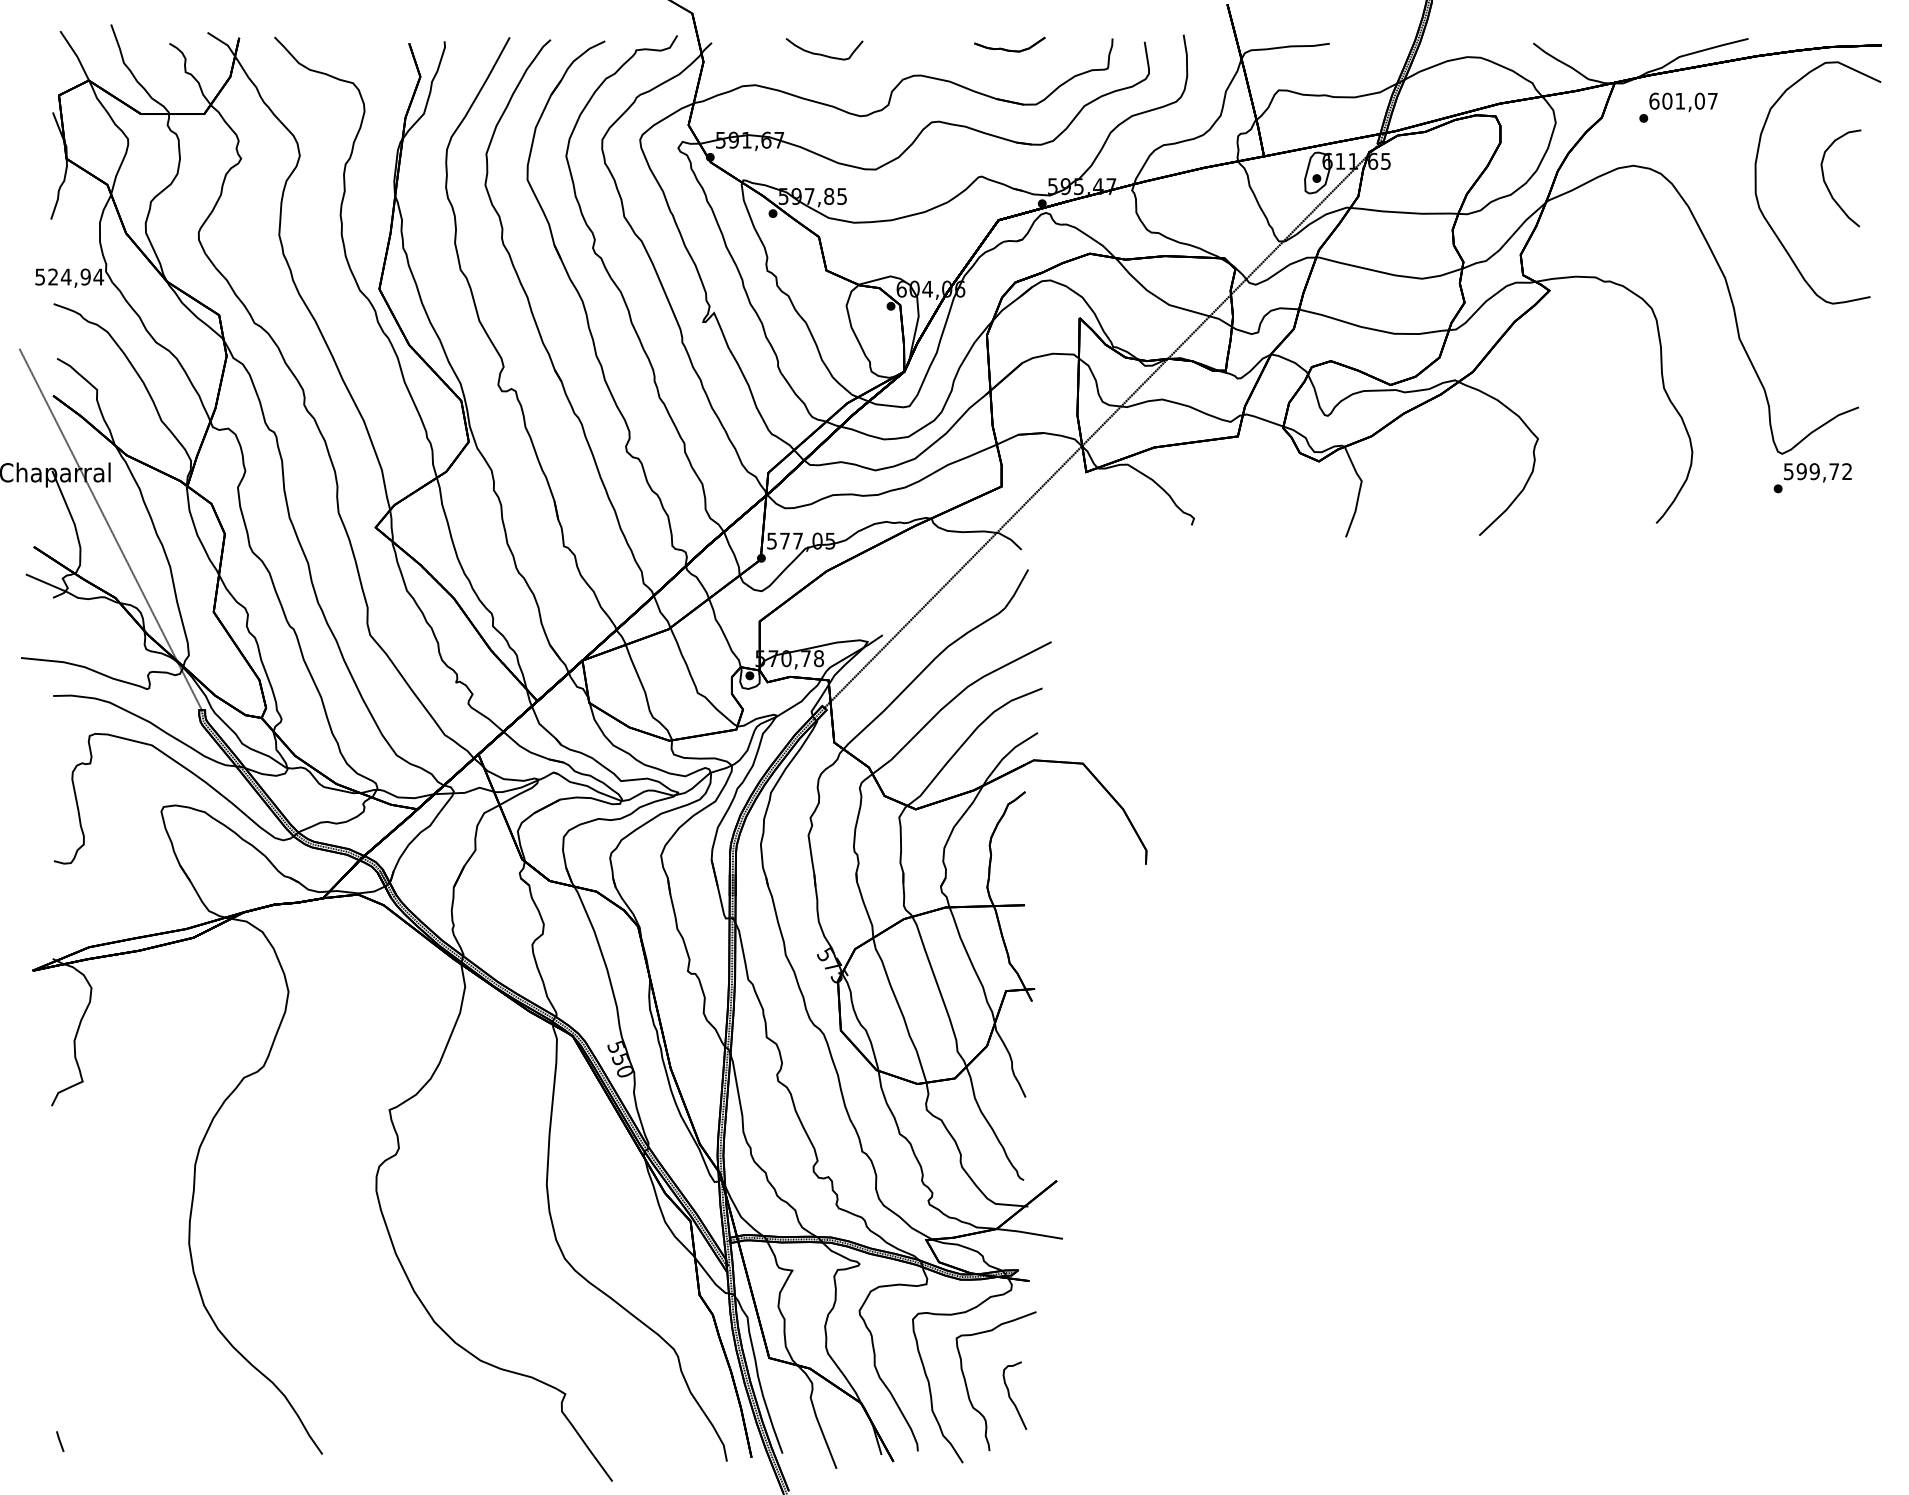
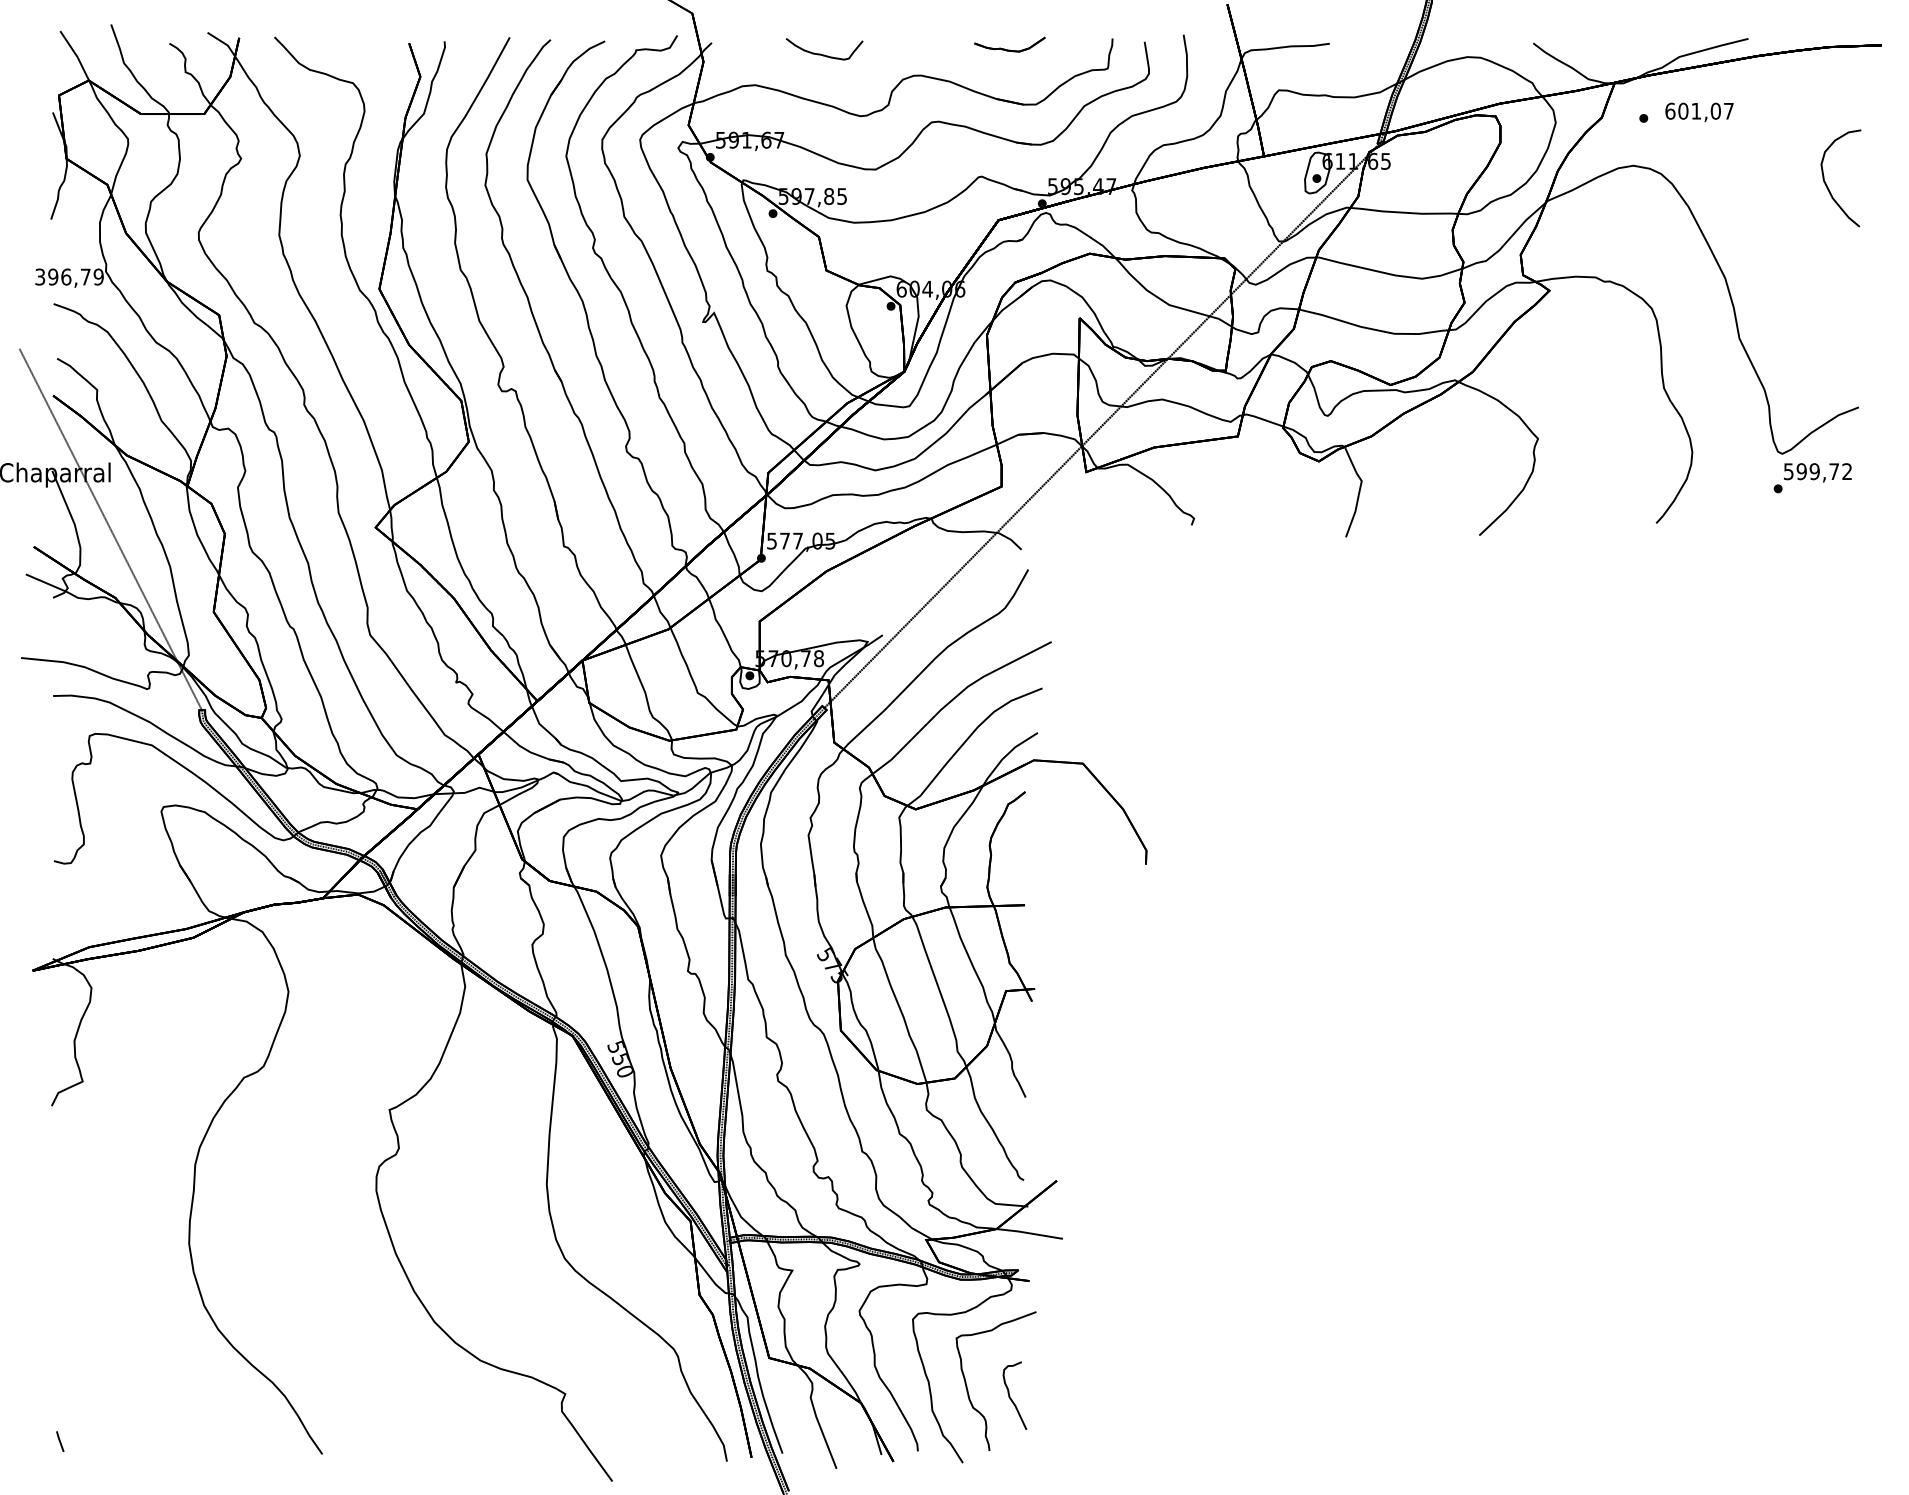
text at (1683, 102) position: (1683, 102) -> (1699, 112)
curve at (1756, 182): present -> none
text at (69, 276): 524,94 -> 396,79
